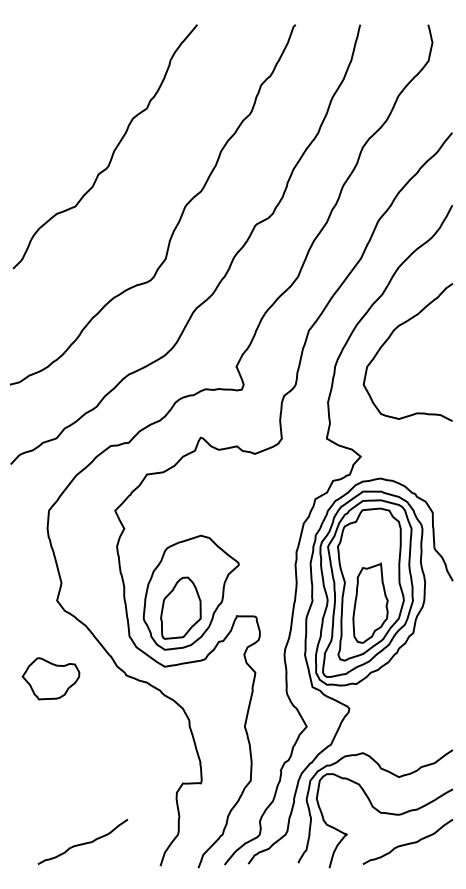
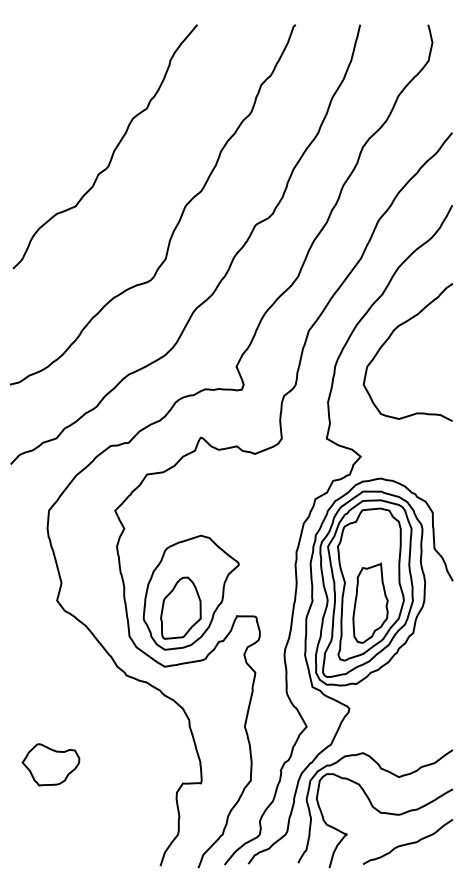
part at (50, 678) position: (50, 678) -> (50, 764)
curve at (82, 843): present -> none
